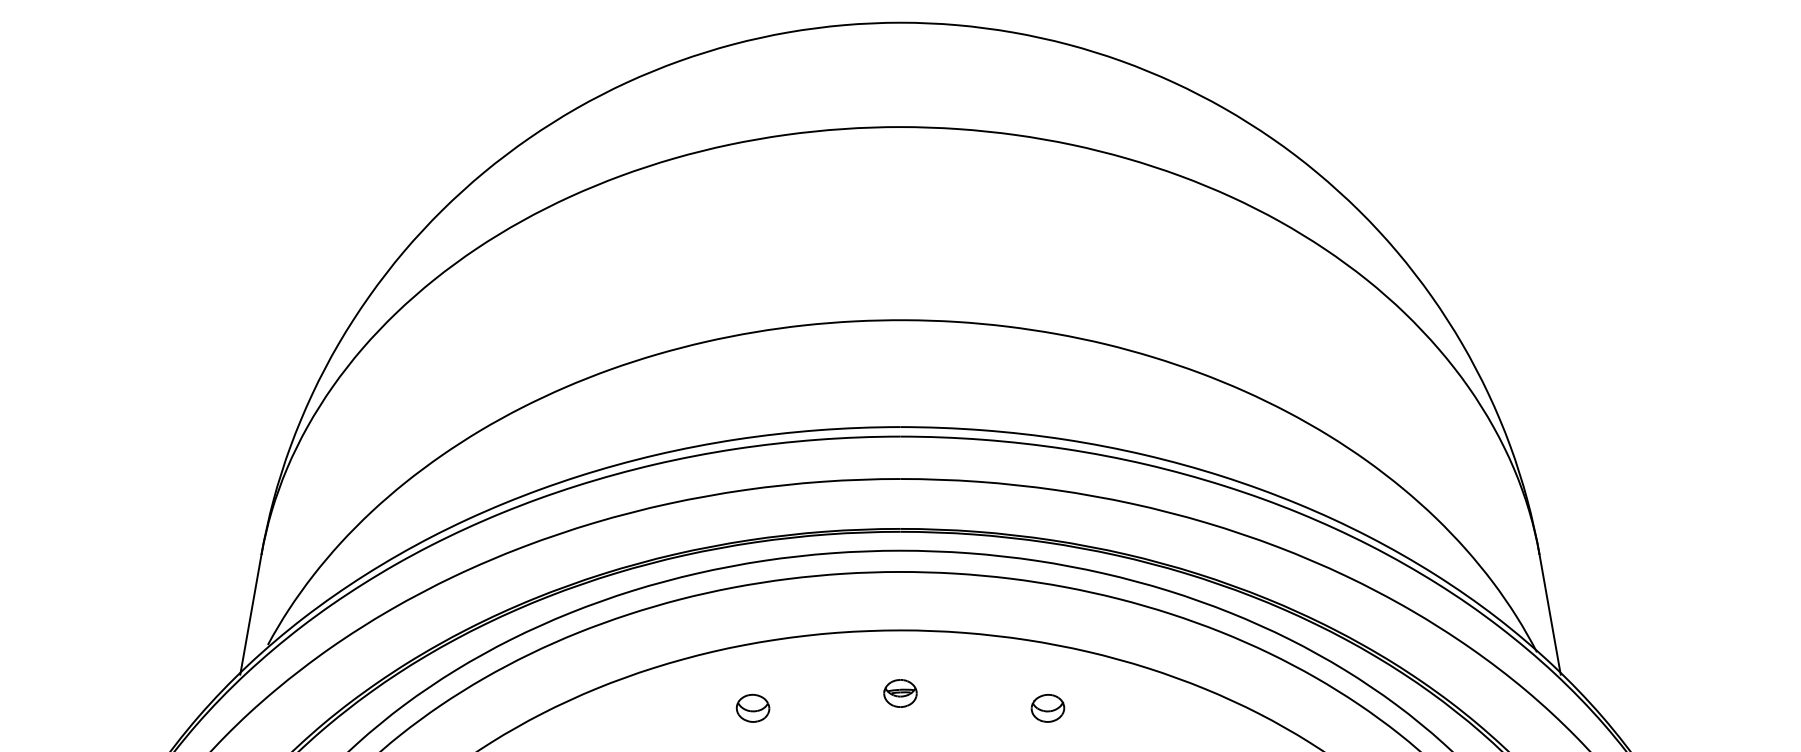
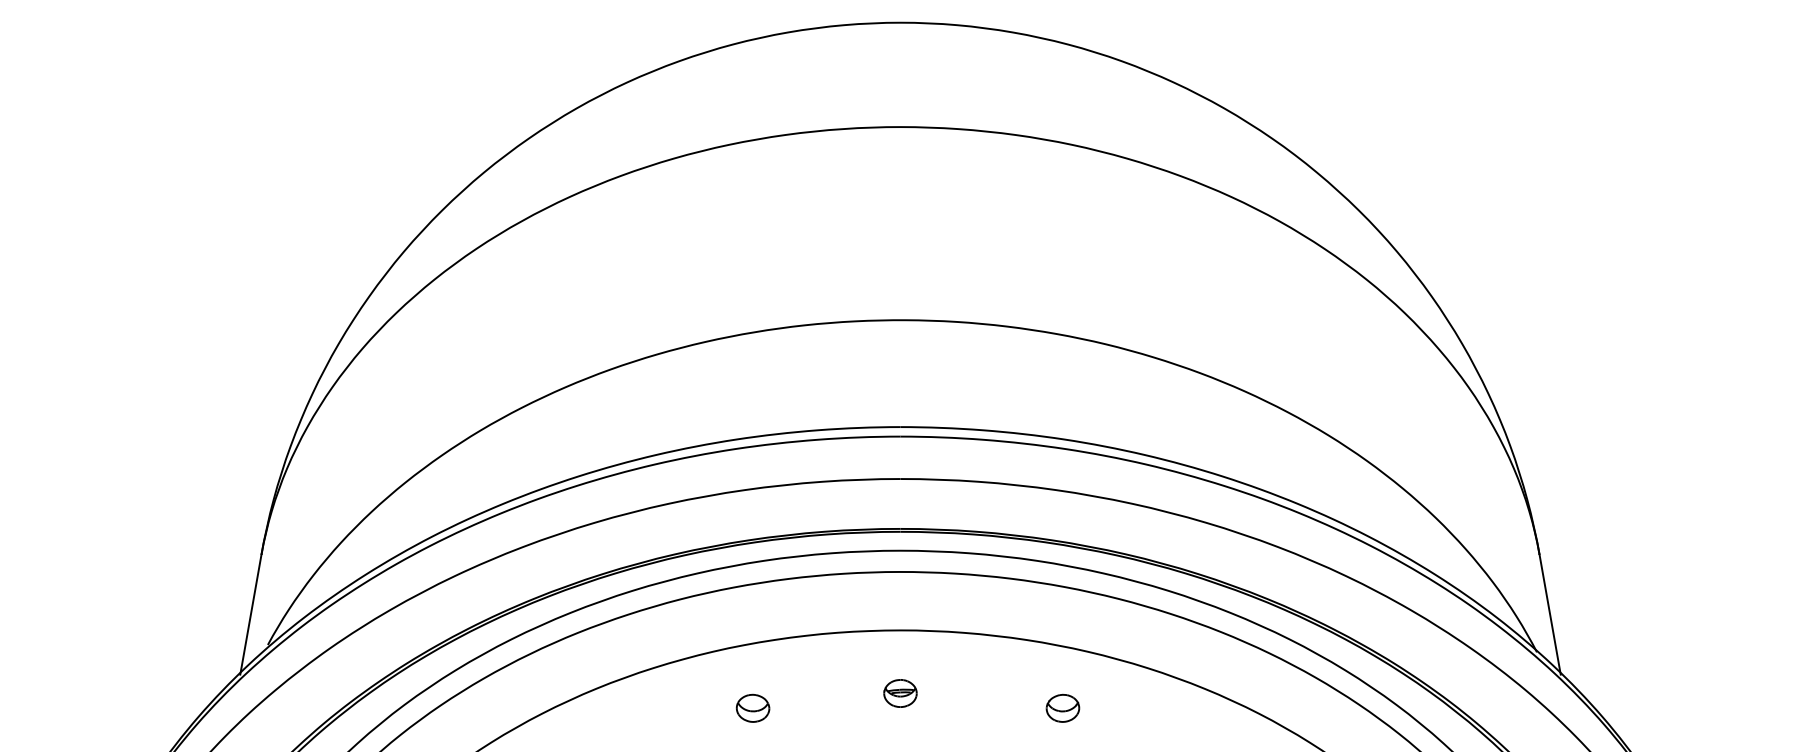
part at (1047, 707) position: (1047, 707) -> (1062, 707)
